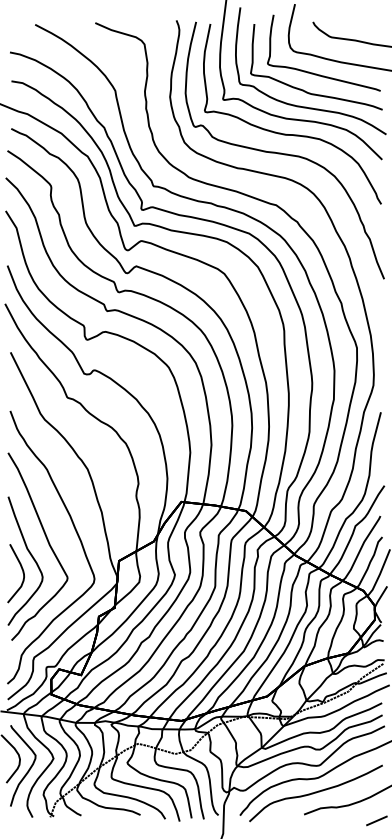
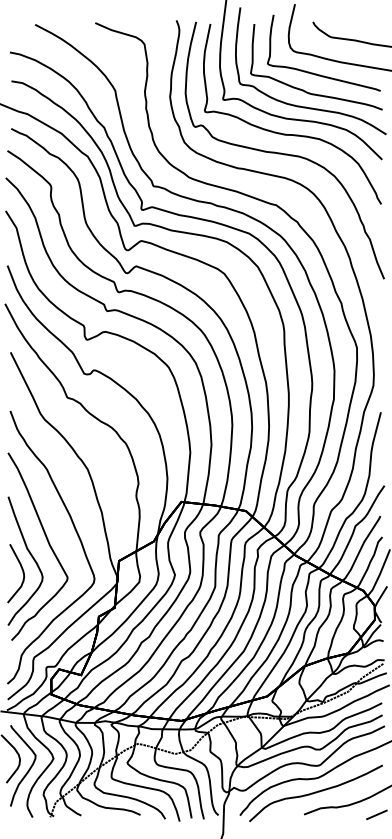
line at (376, 820) position: (376, 820) -> (376, 814)
